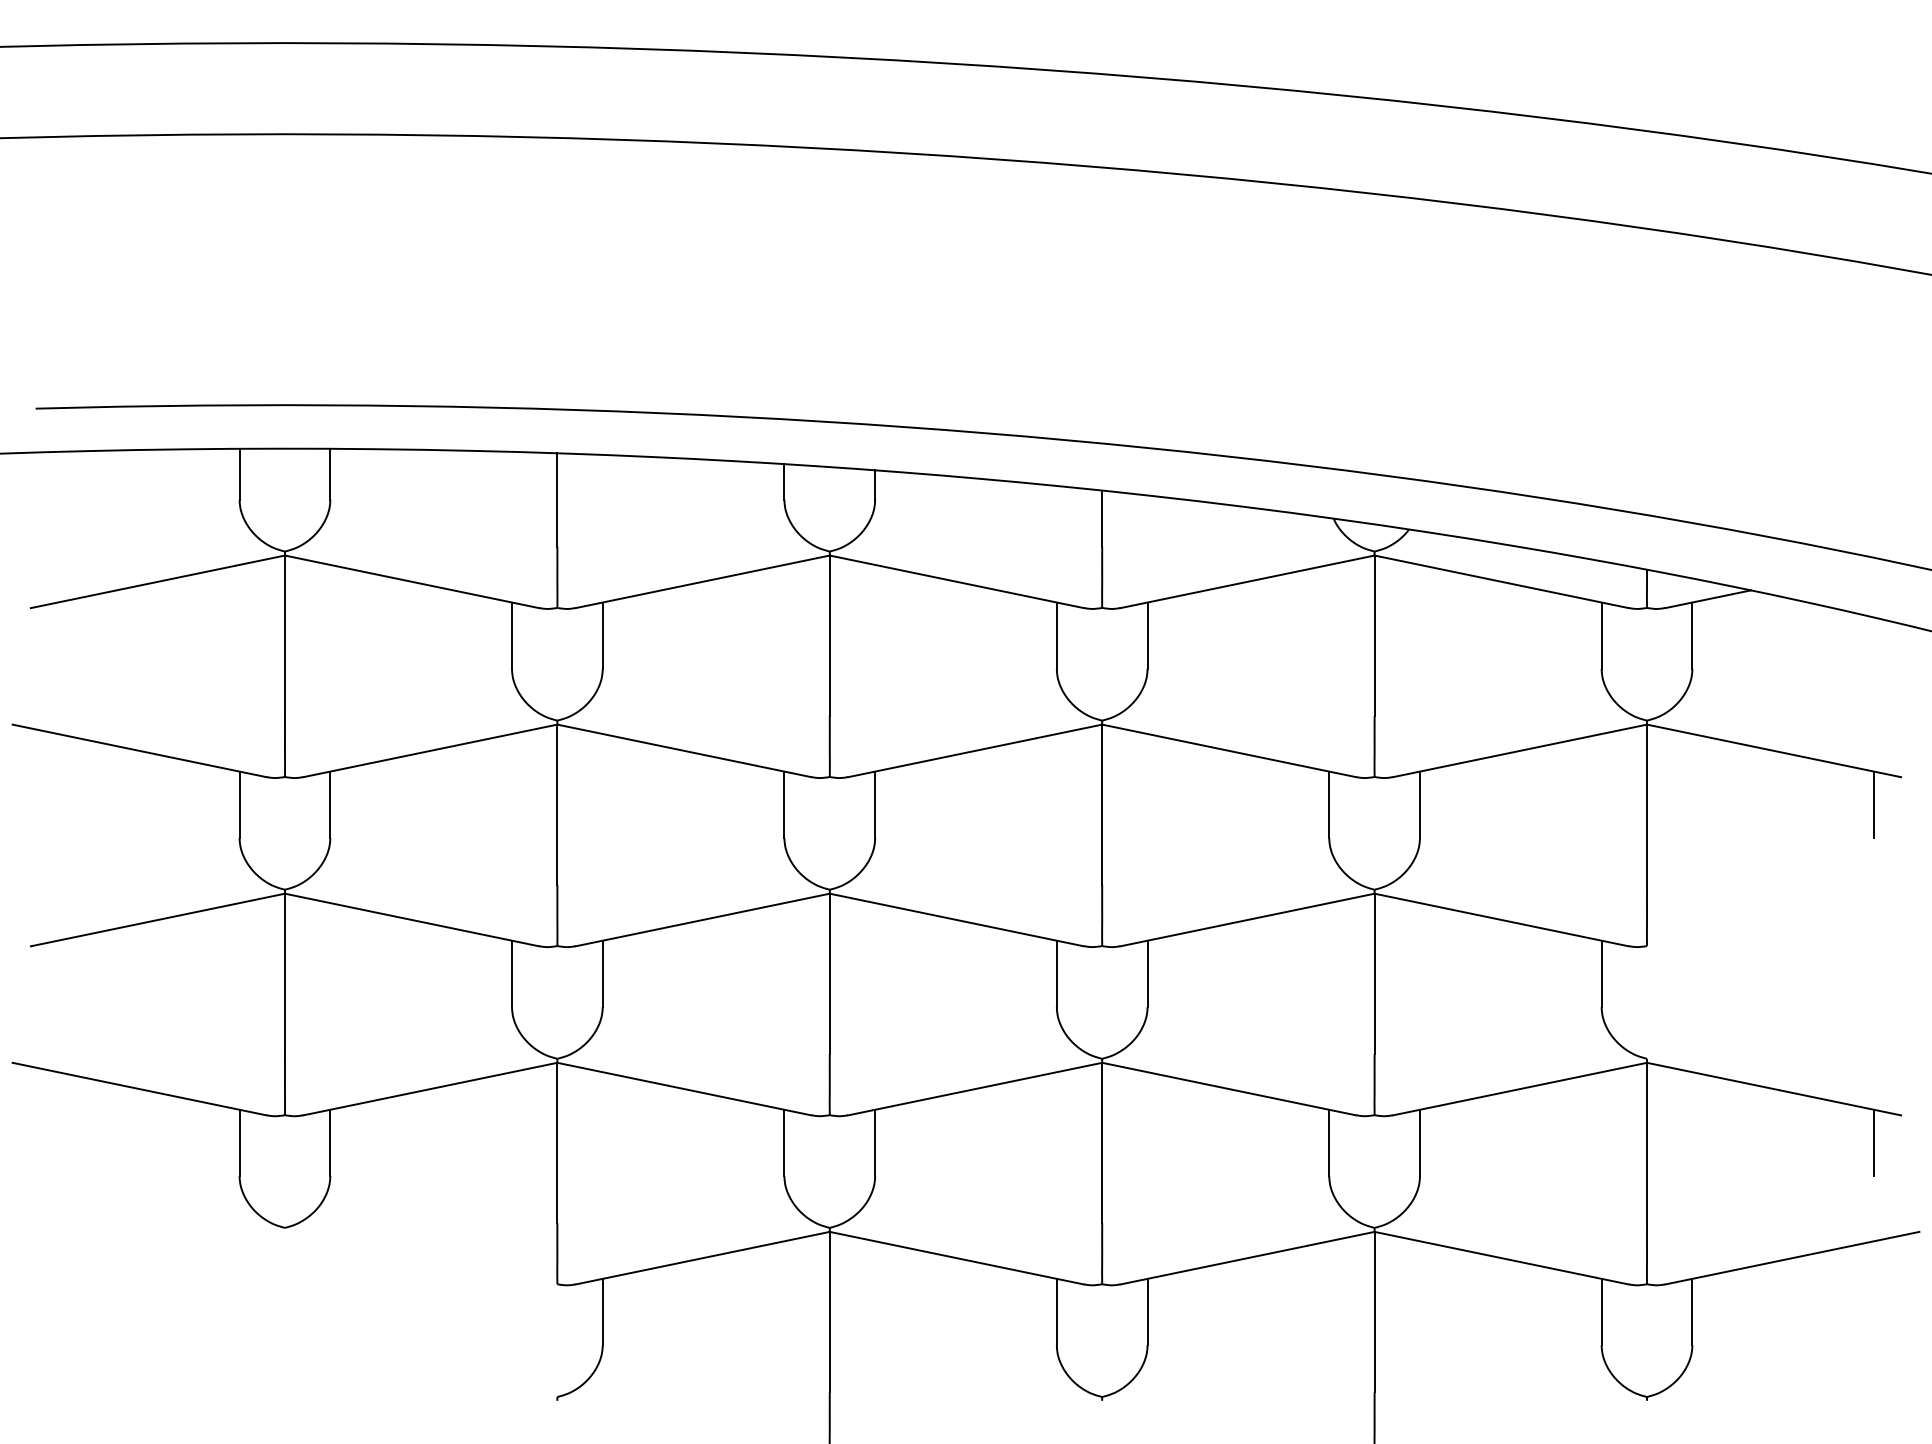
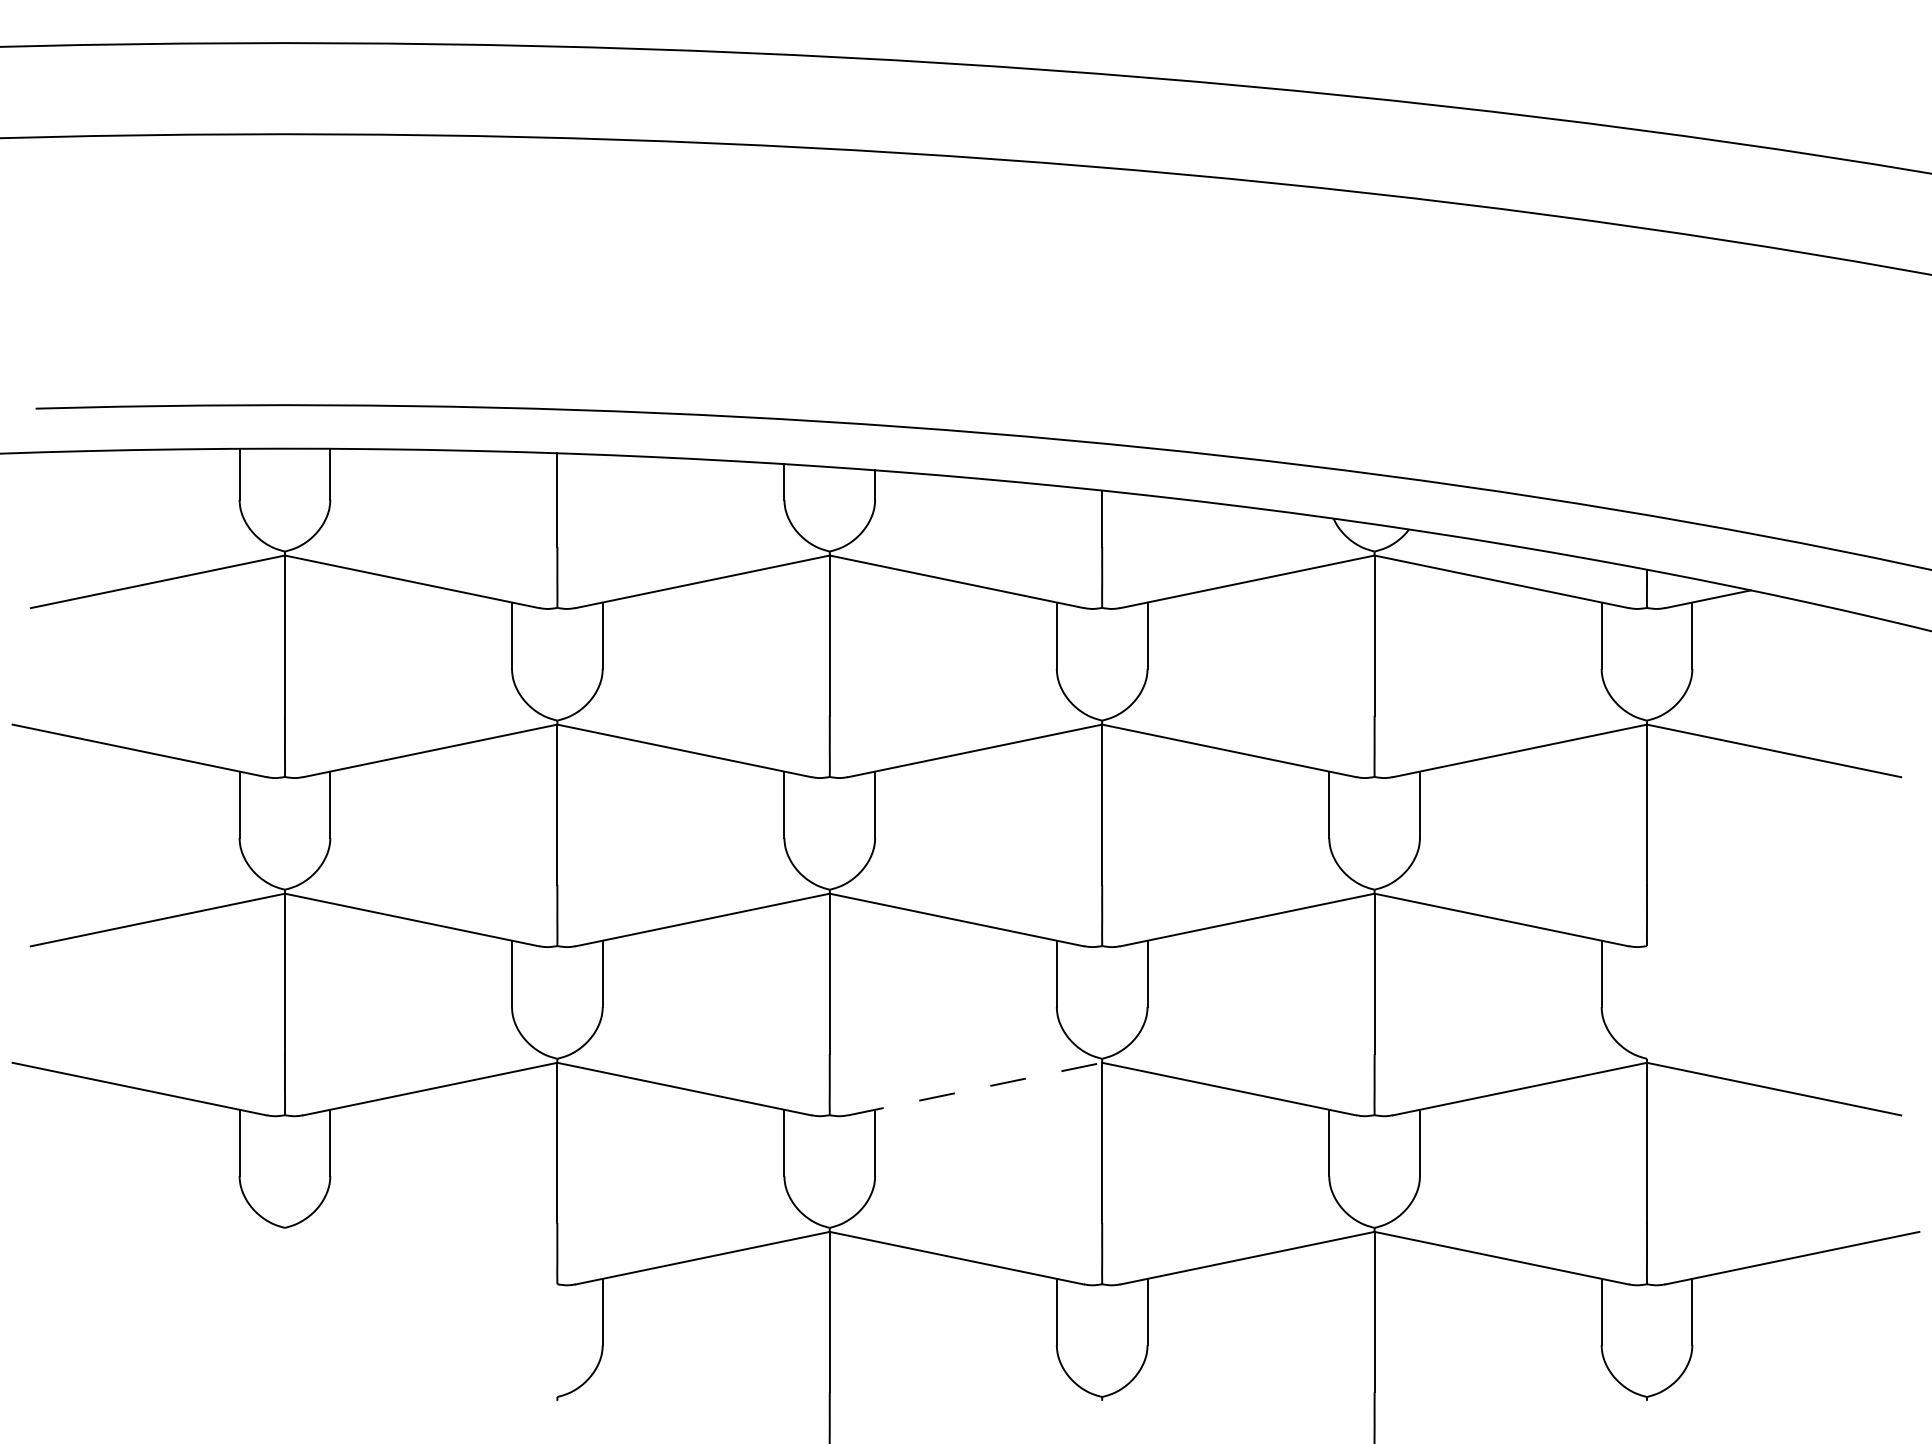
line at (1874, 804): present -> none
line at (975, 1089): solid -> dashed
line at (1874, 1142): present -> none
